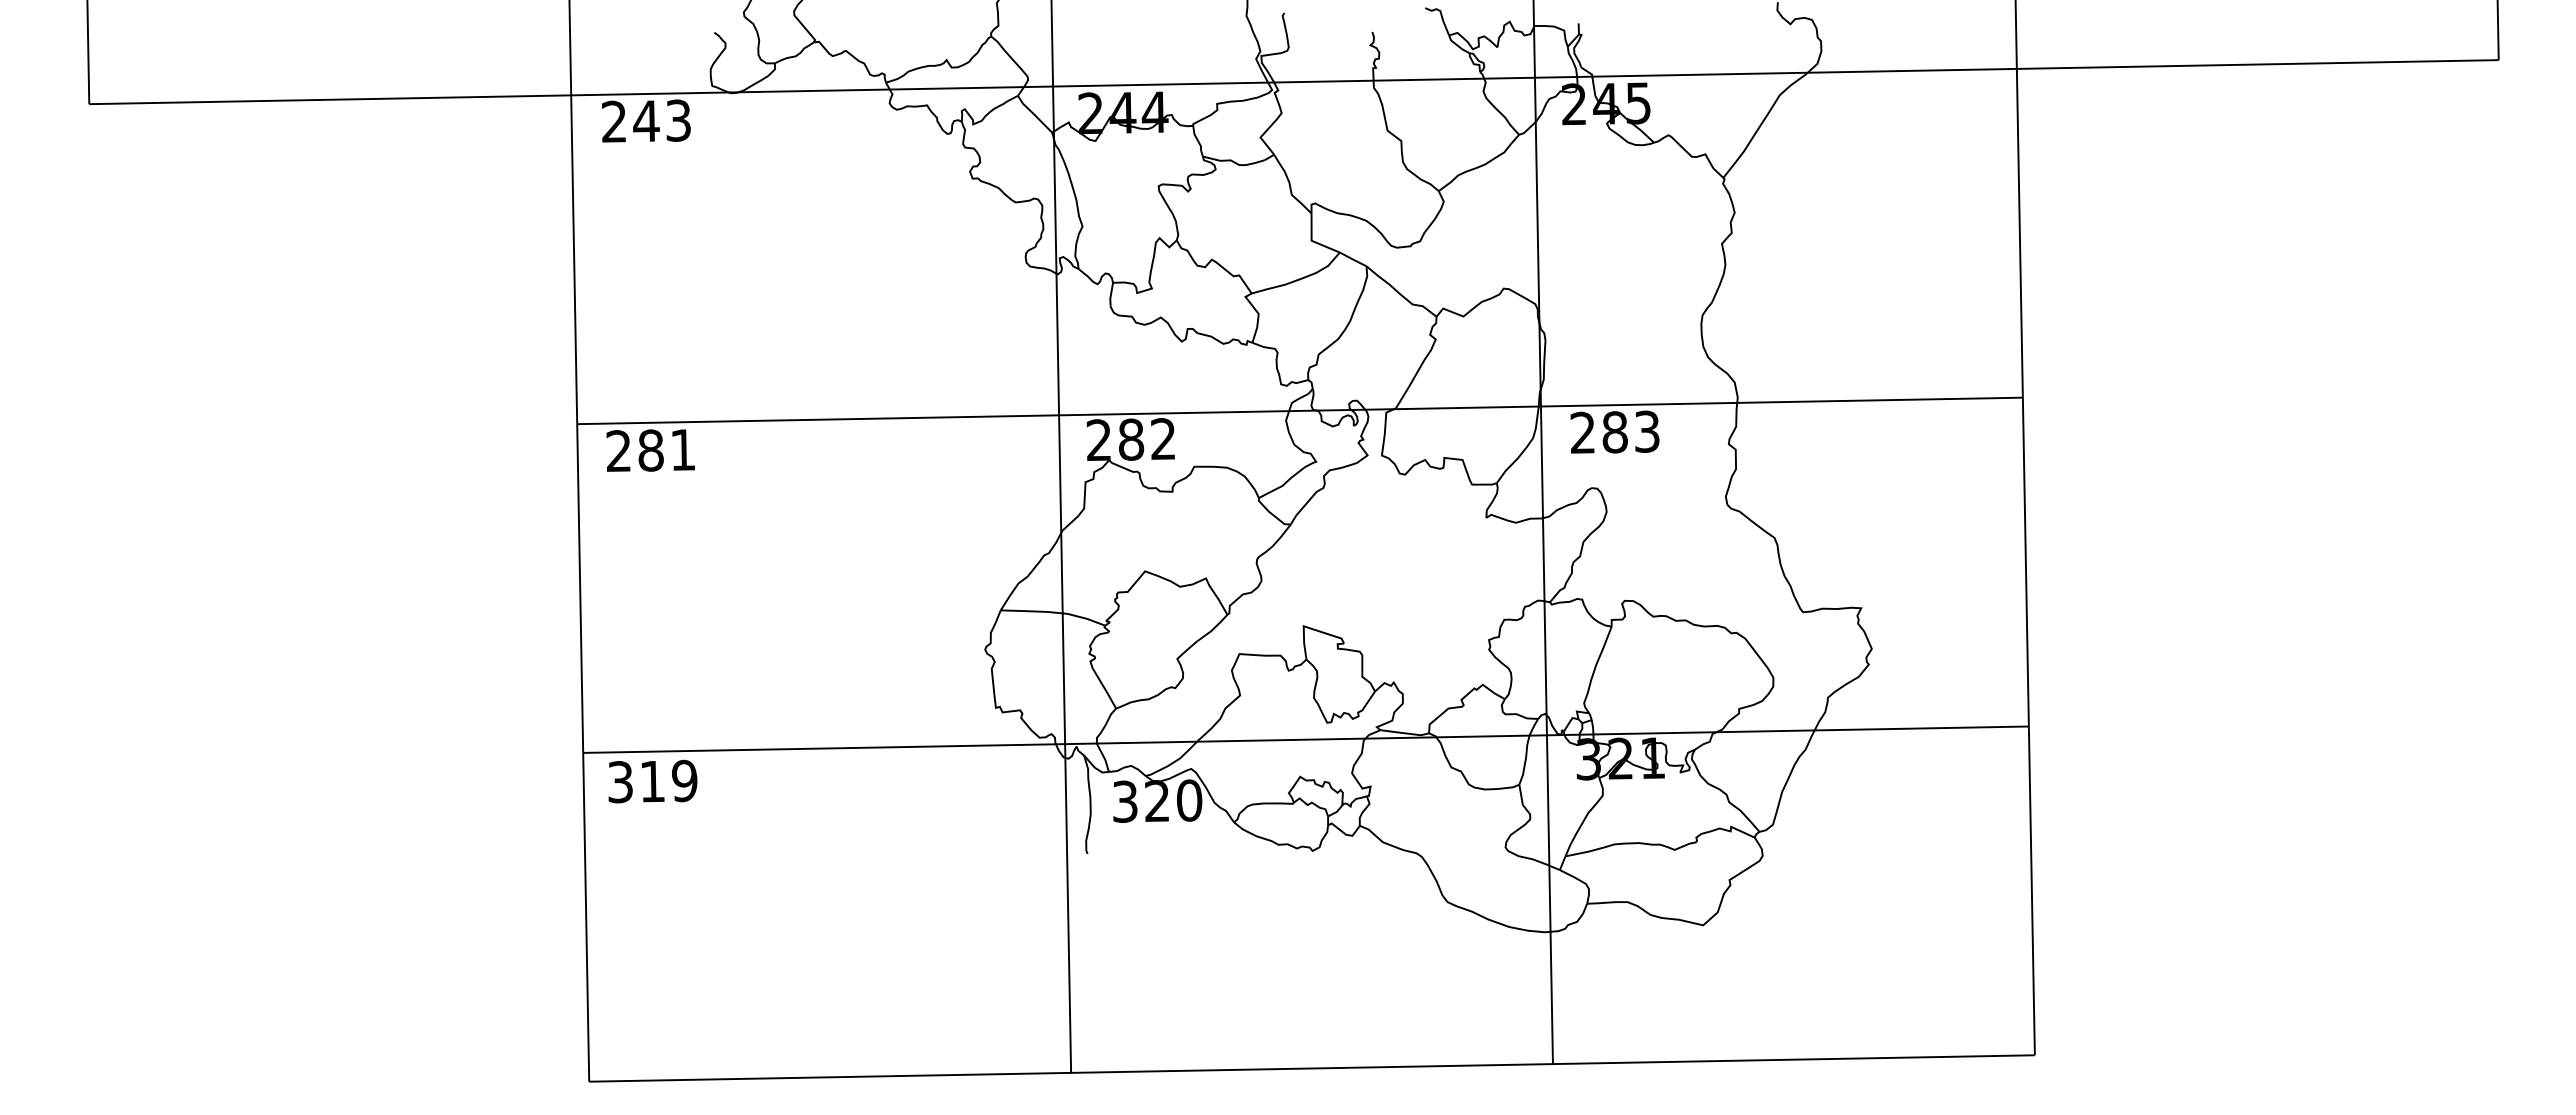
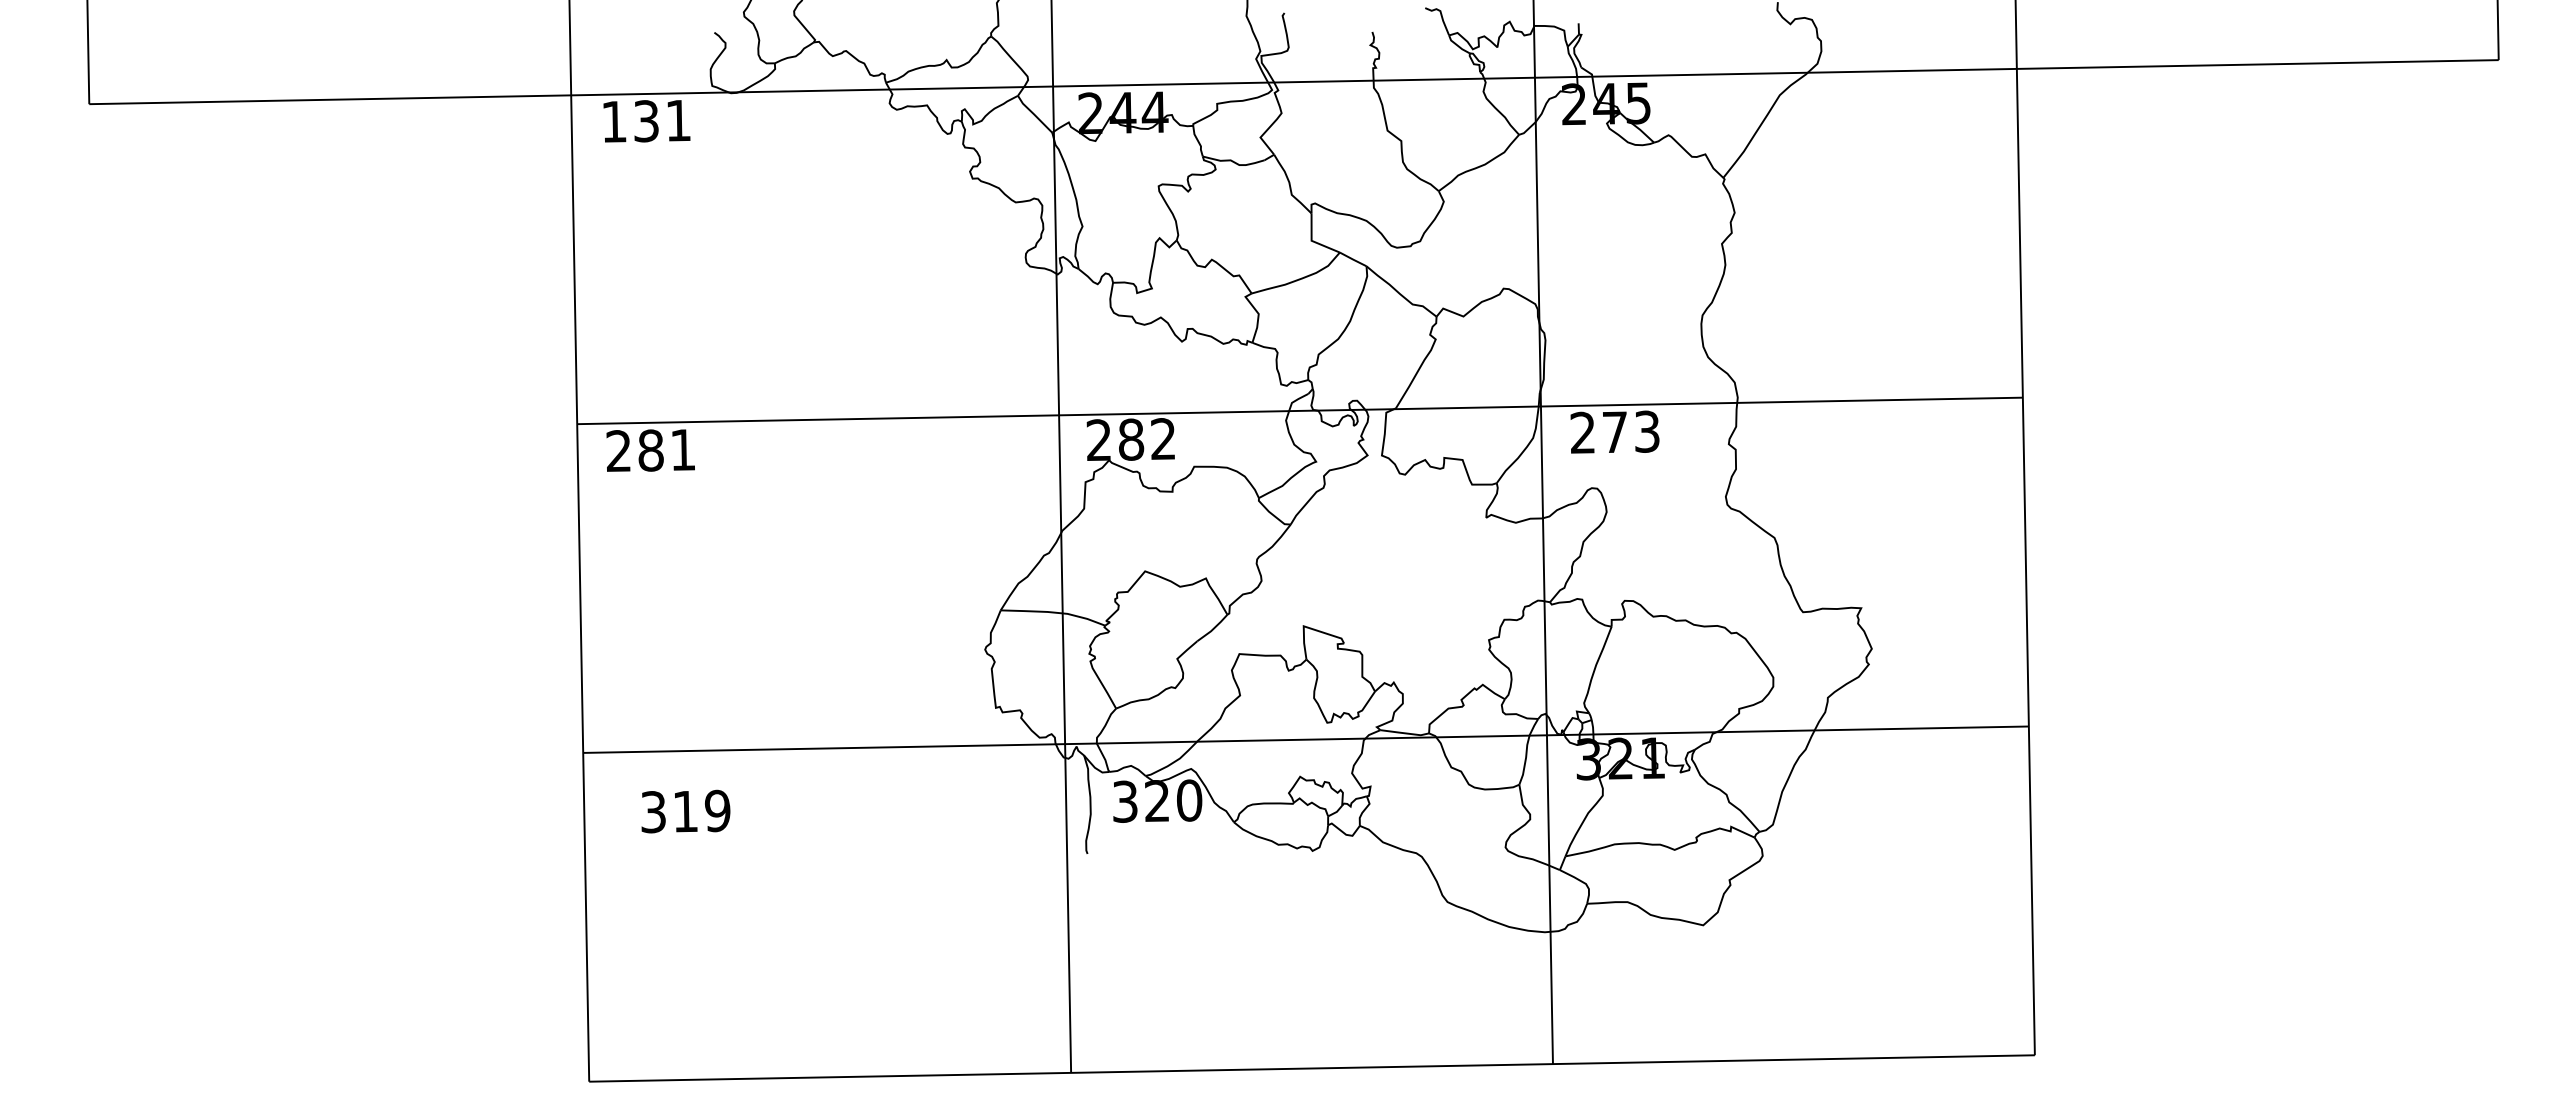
text at (646, 120): 243 -> 131
text at (1614, 432): 283 -> 273
text at (652, 781) position: (652, 781) -> (685, 811)
